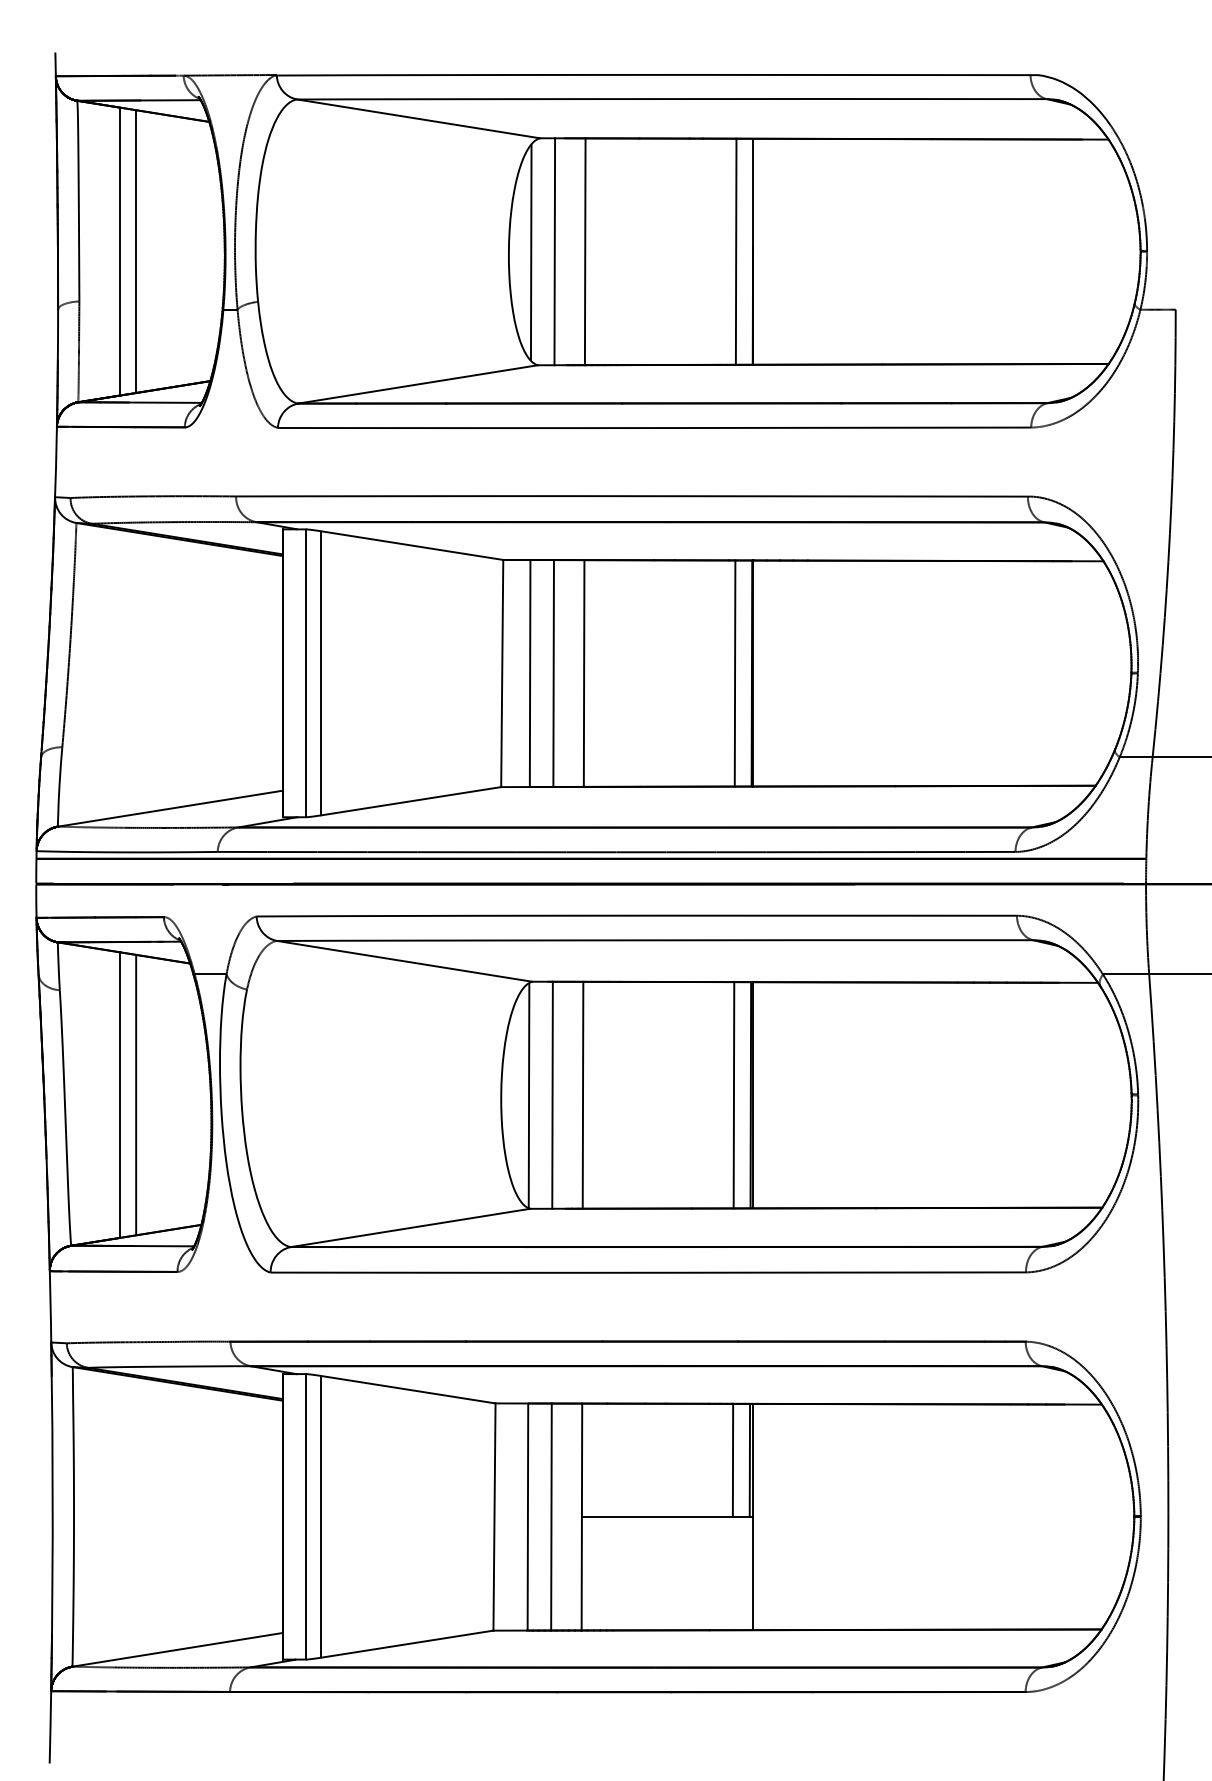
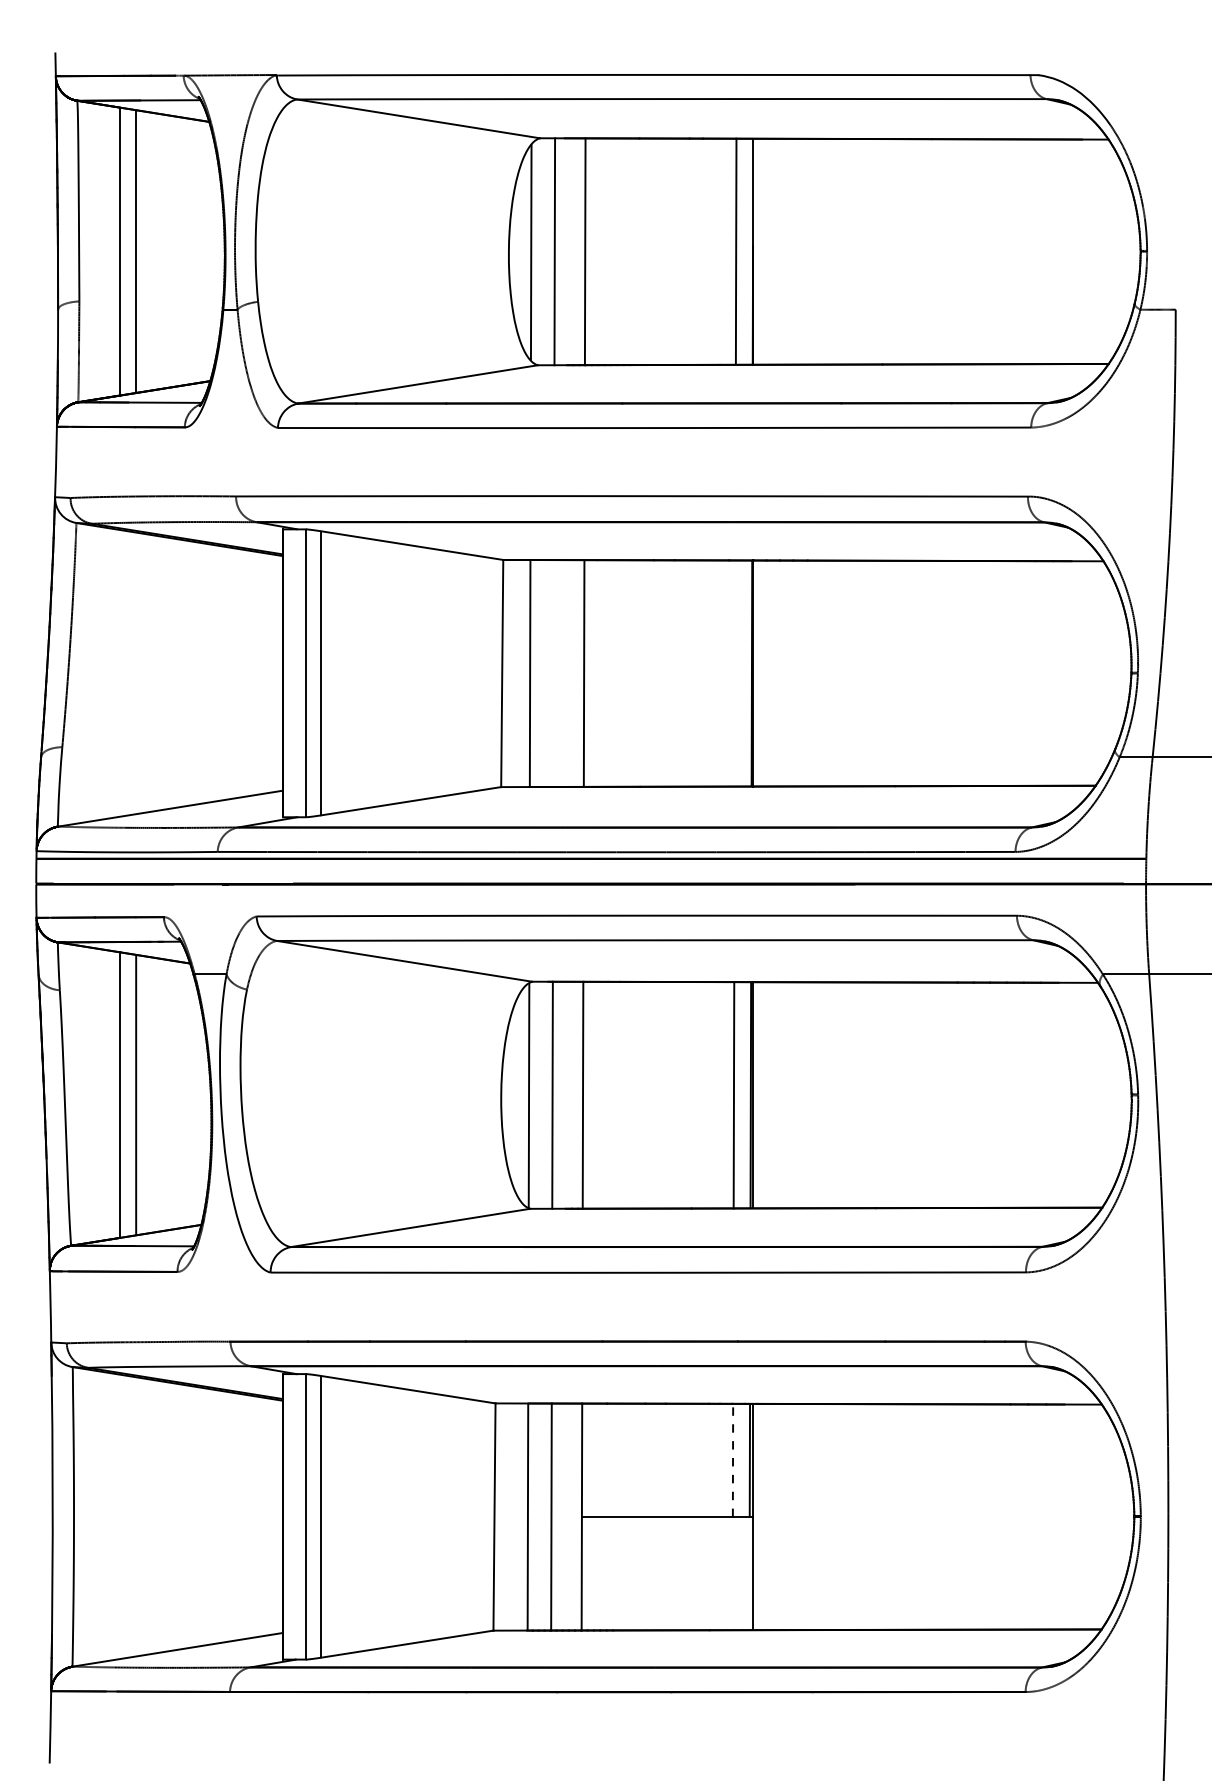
line at (553, 673): present -> none
line at (734, 673): present -> none
line at (733, 1460): solid -> dashed
